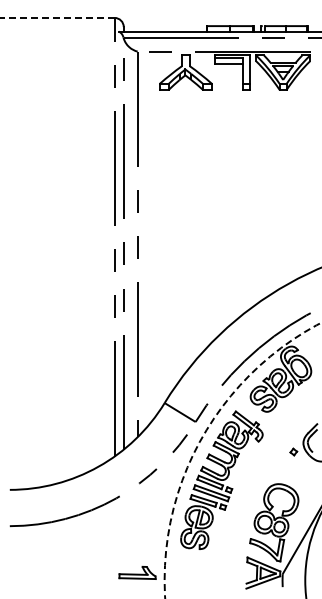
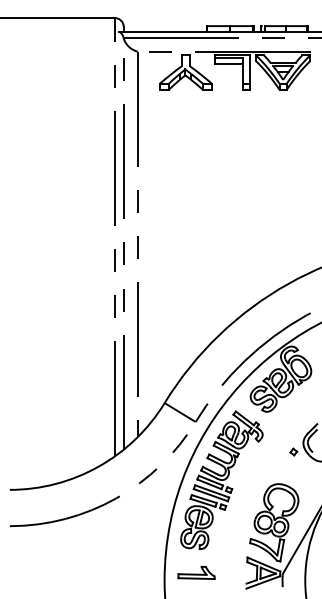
line at (57, 17): dashed -> solid
circle at (242, 460): dashed -> solid
part at (137, 572) position: (137, 572) -> (196, 572)
